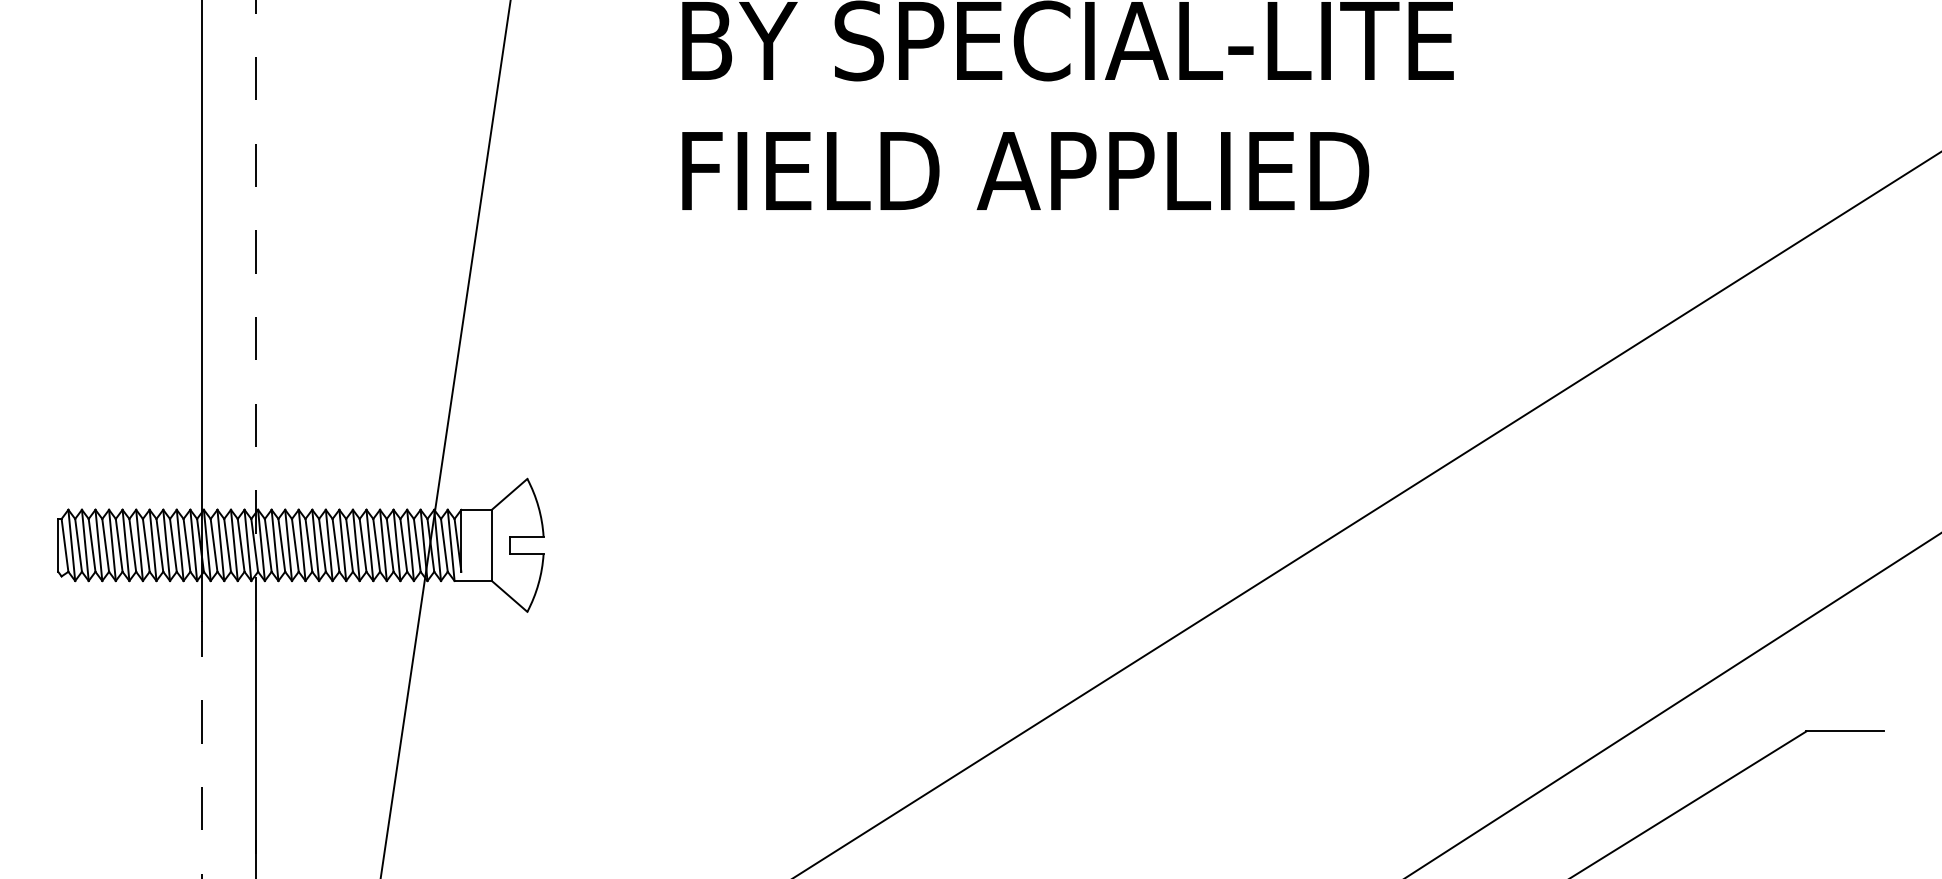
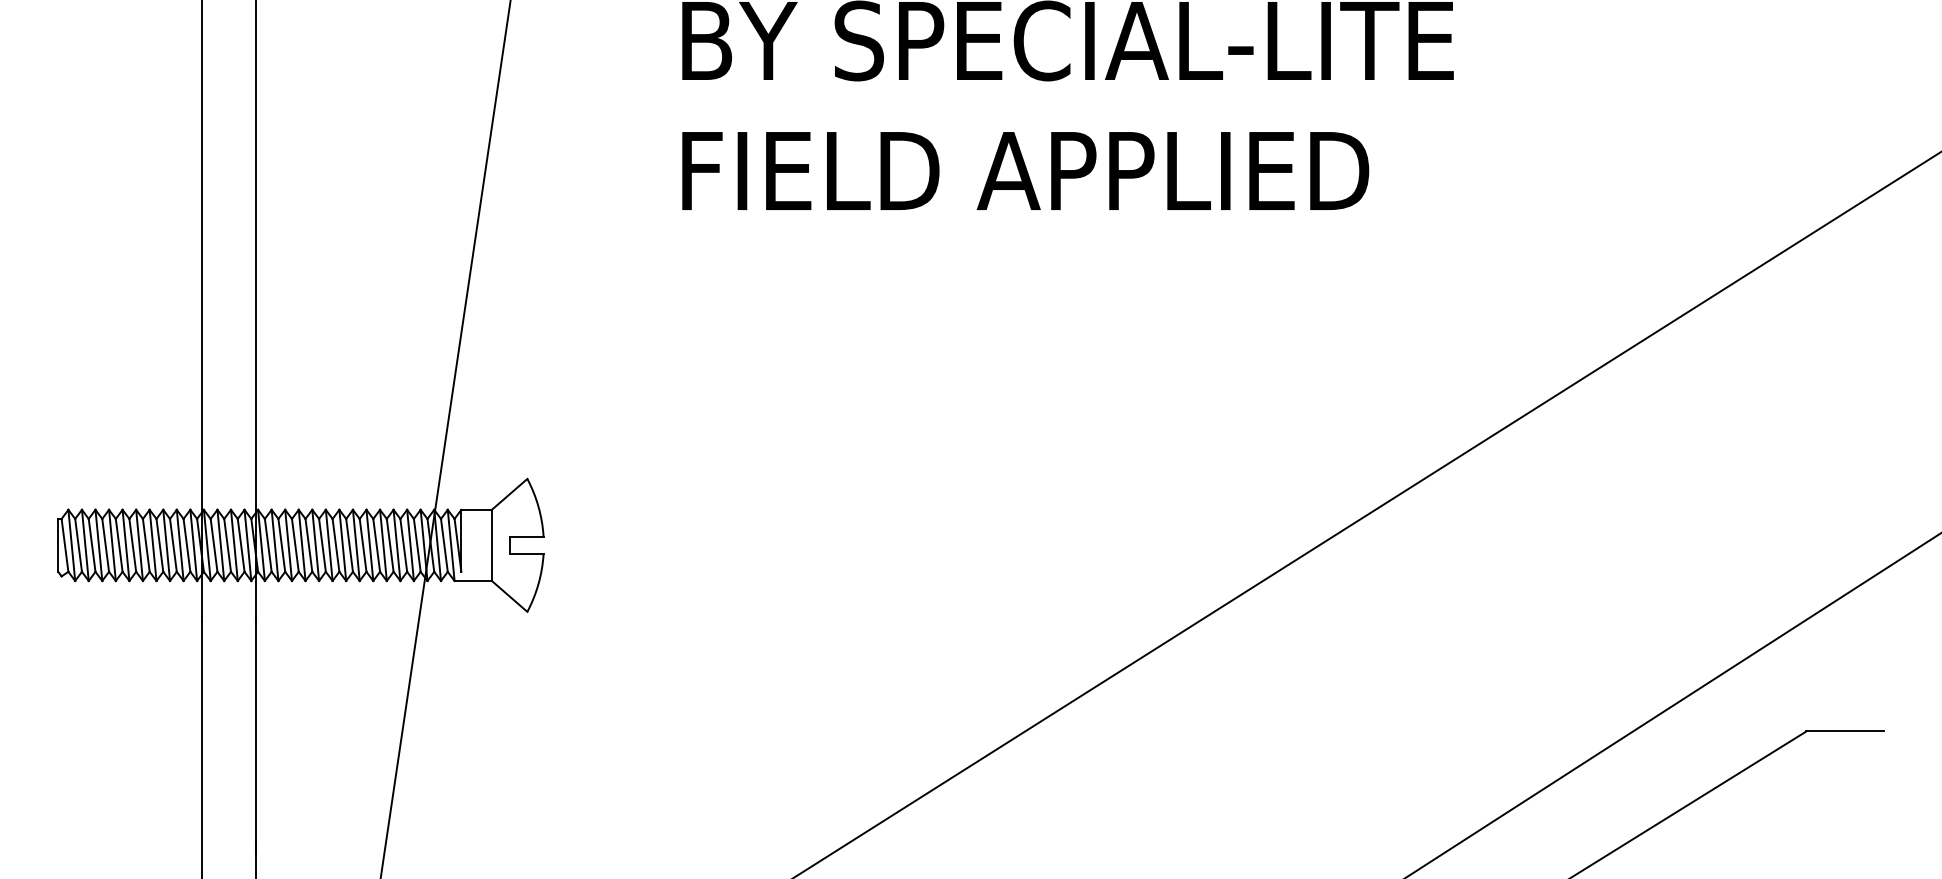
line at (256, 310): dashed -> solid
line at (202, 749): dashed -> solid
